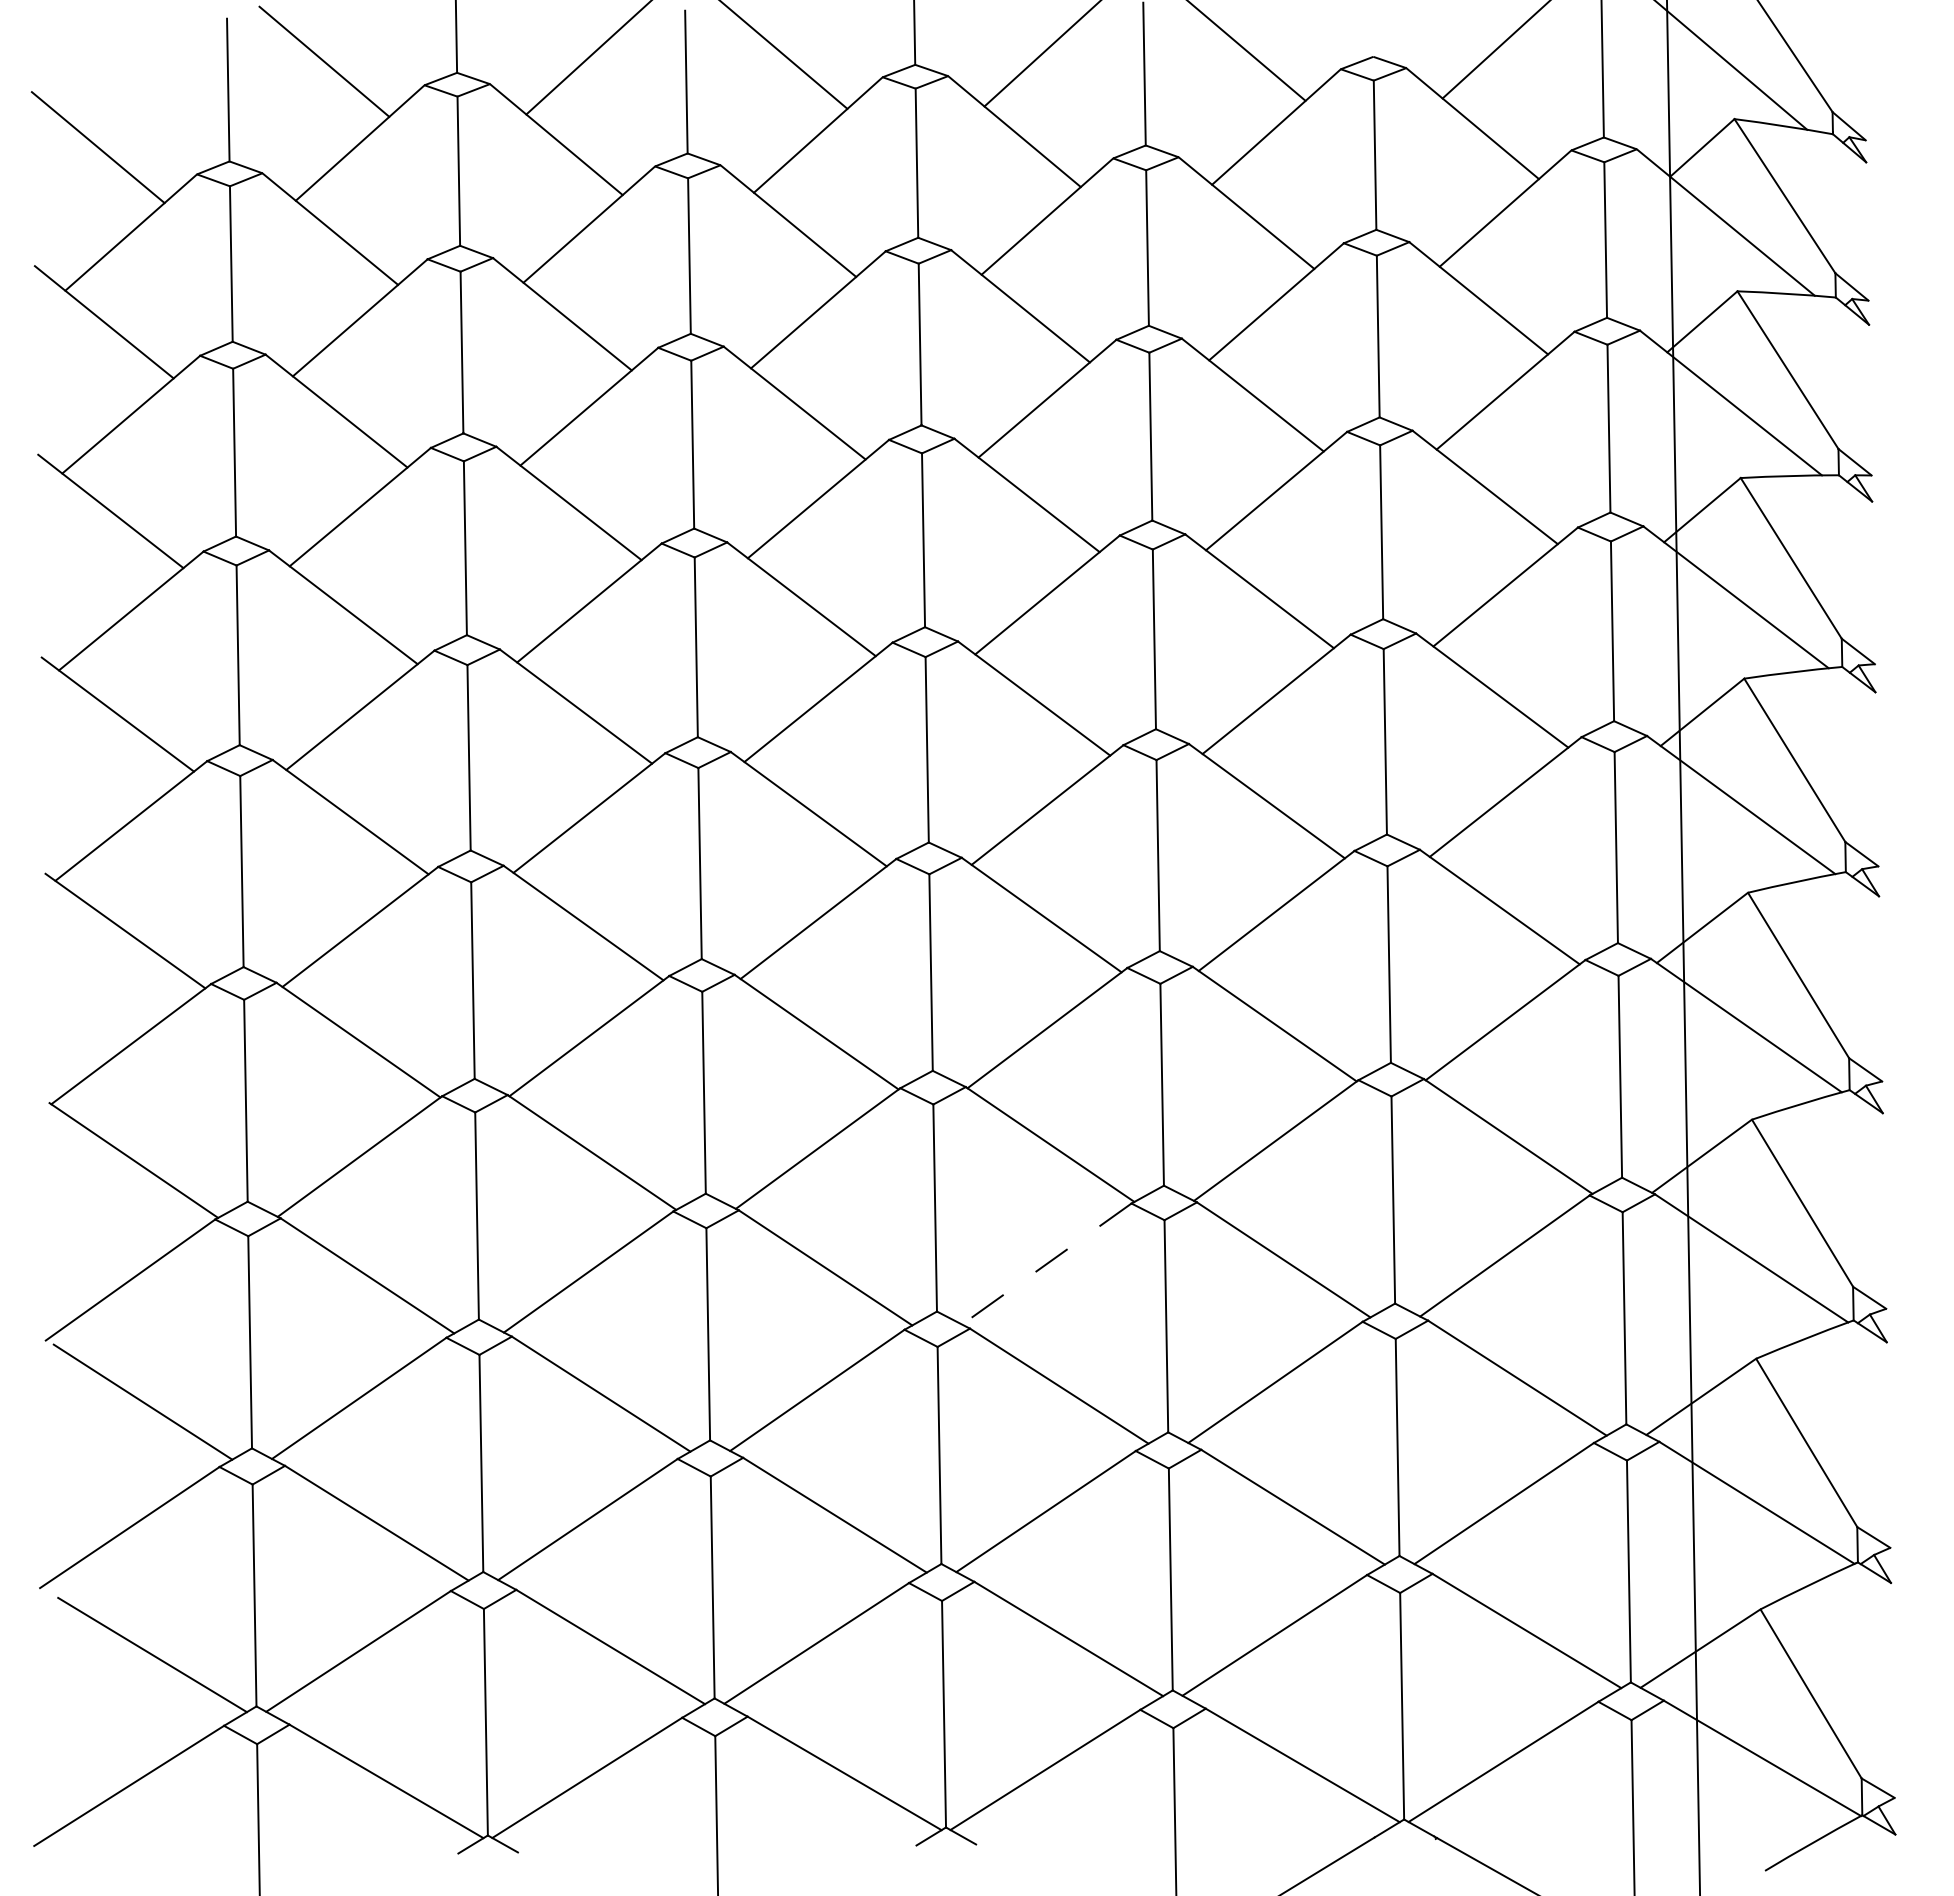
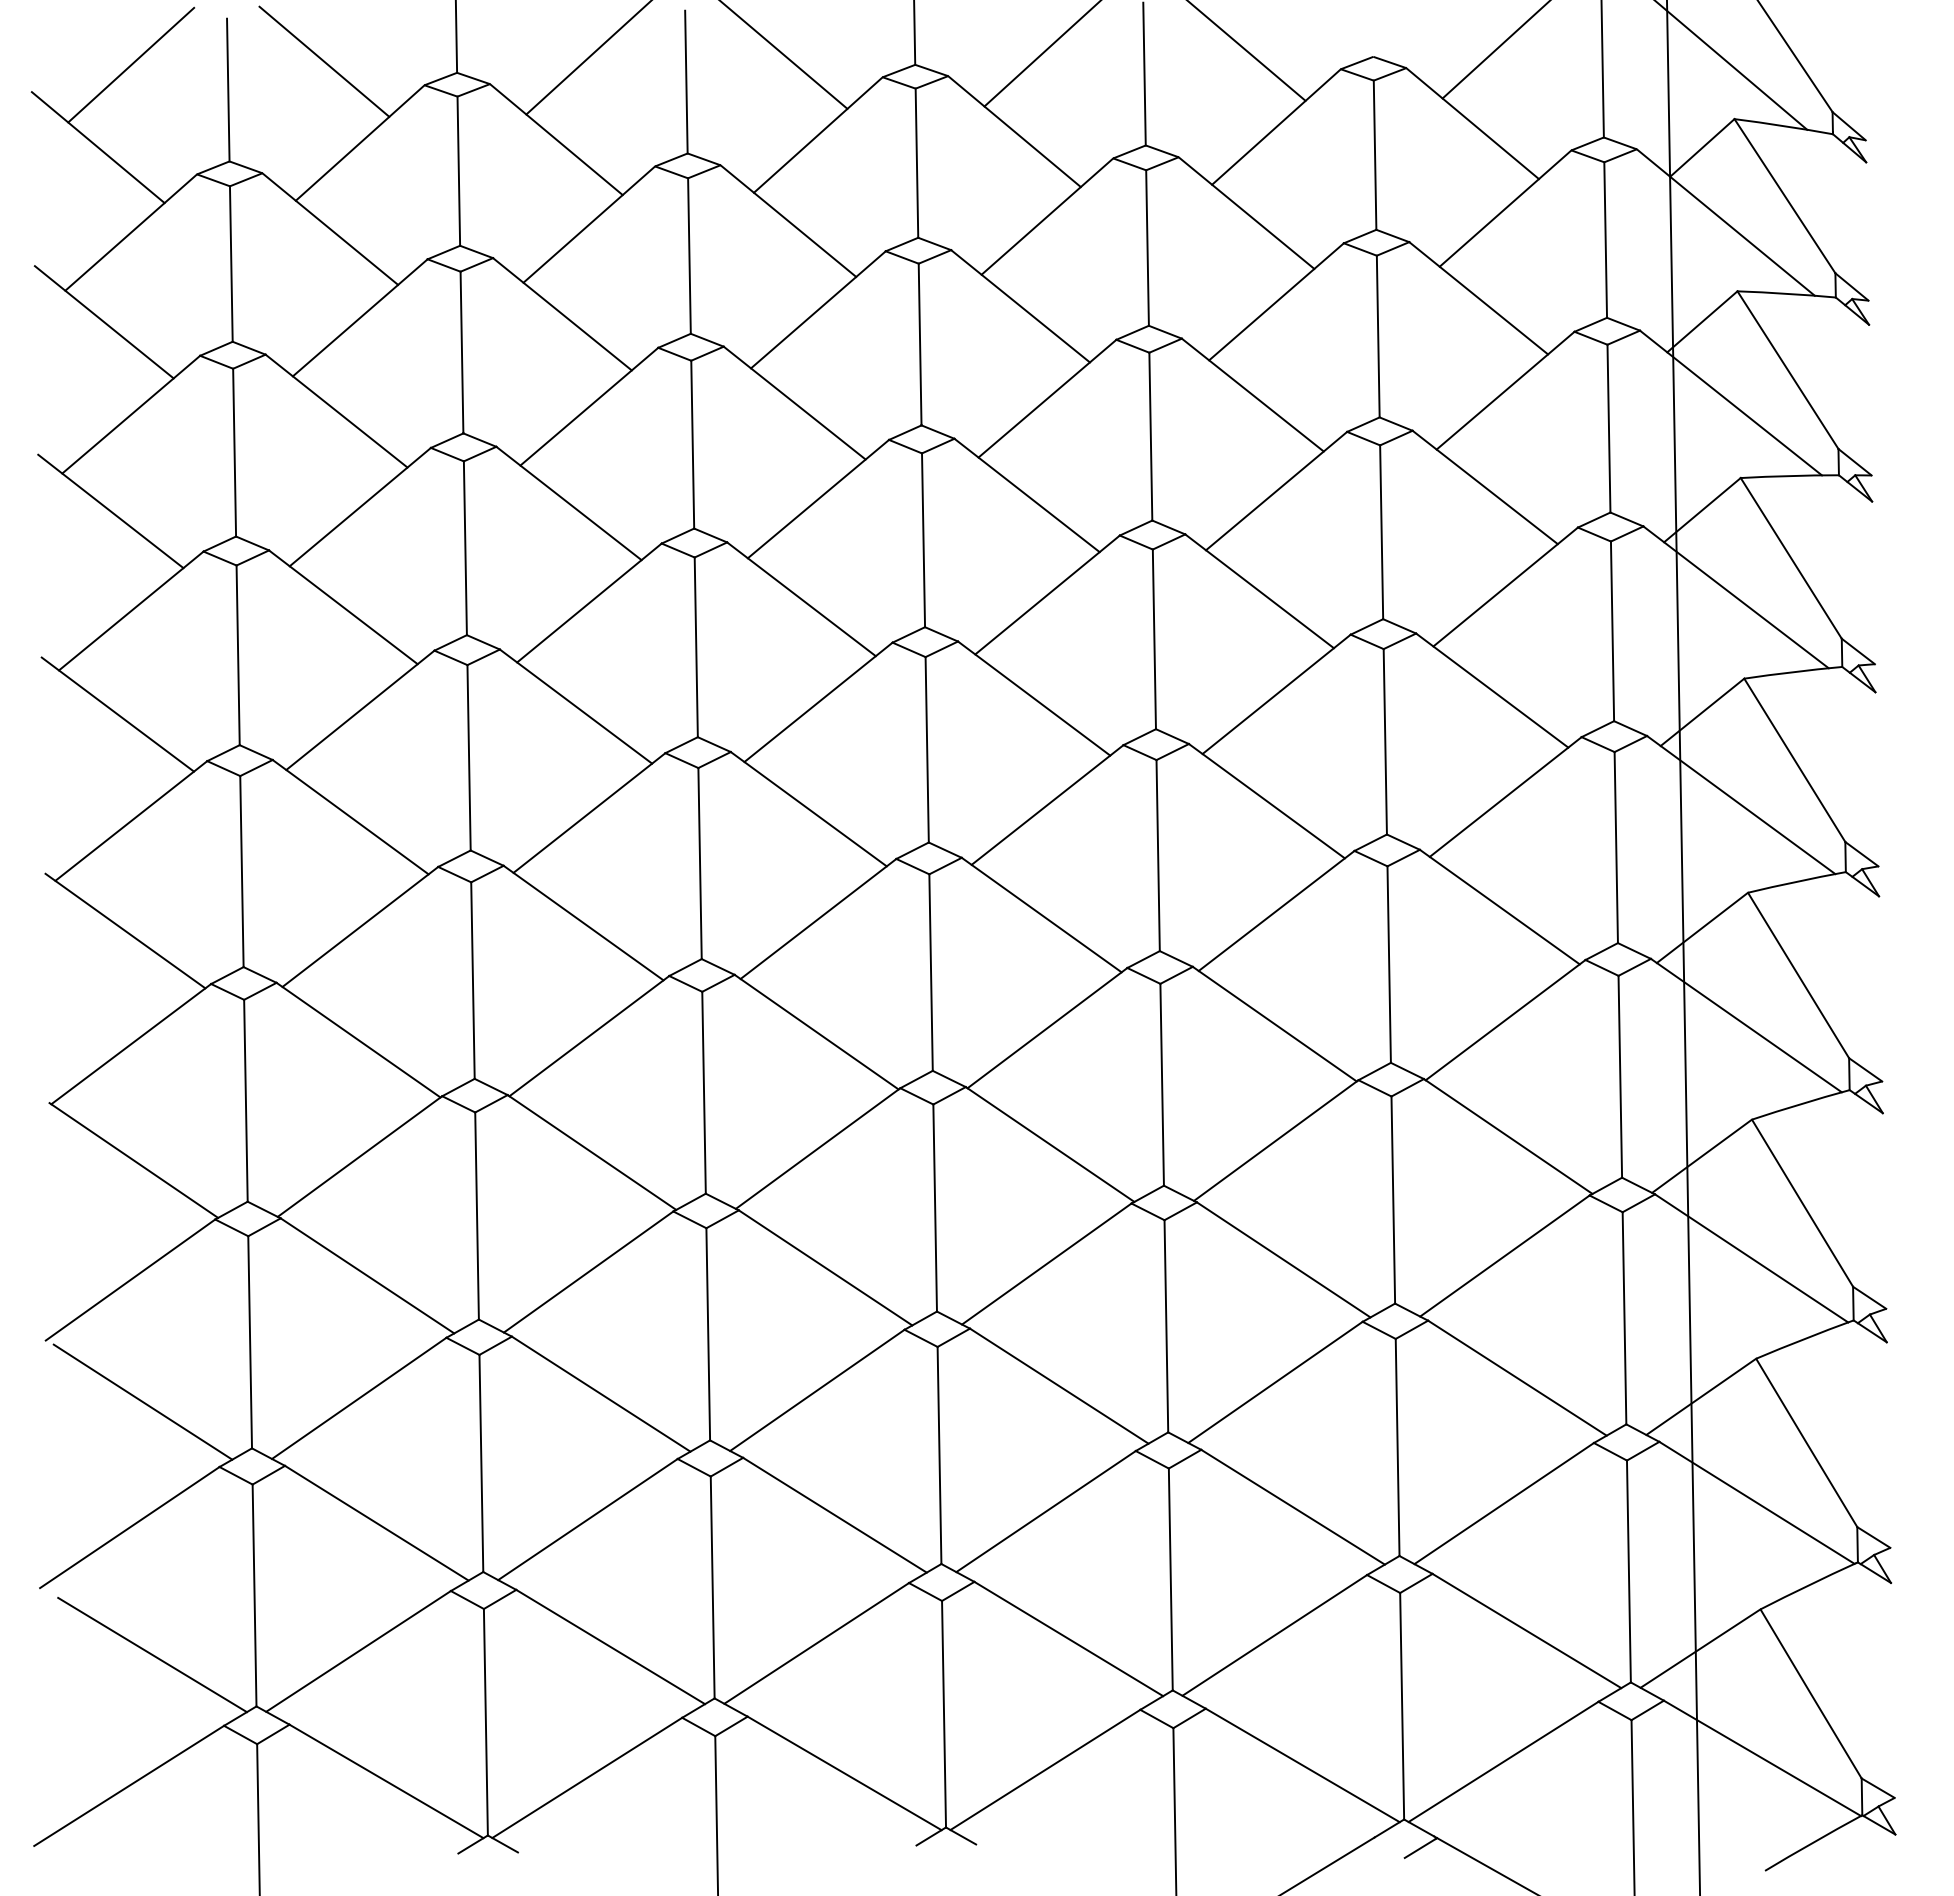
line at (131, 64): none -> present
line at (1046, 1264): dashed -> solid
line at (1419, 1847): none -> present
